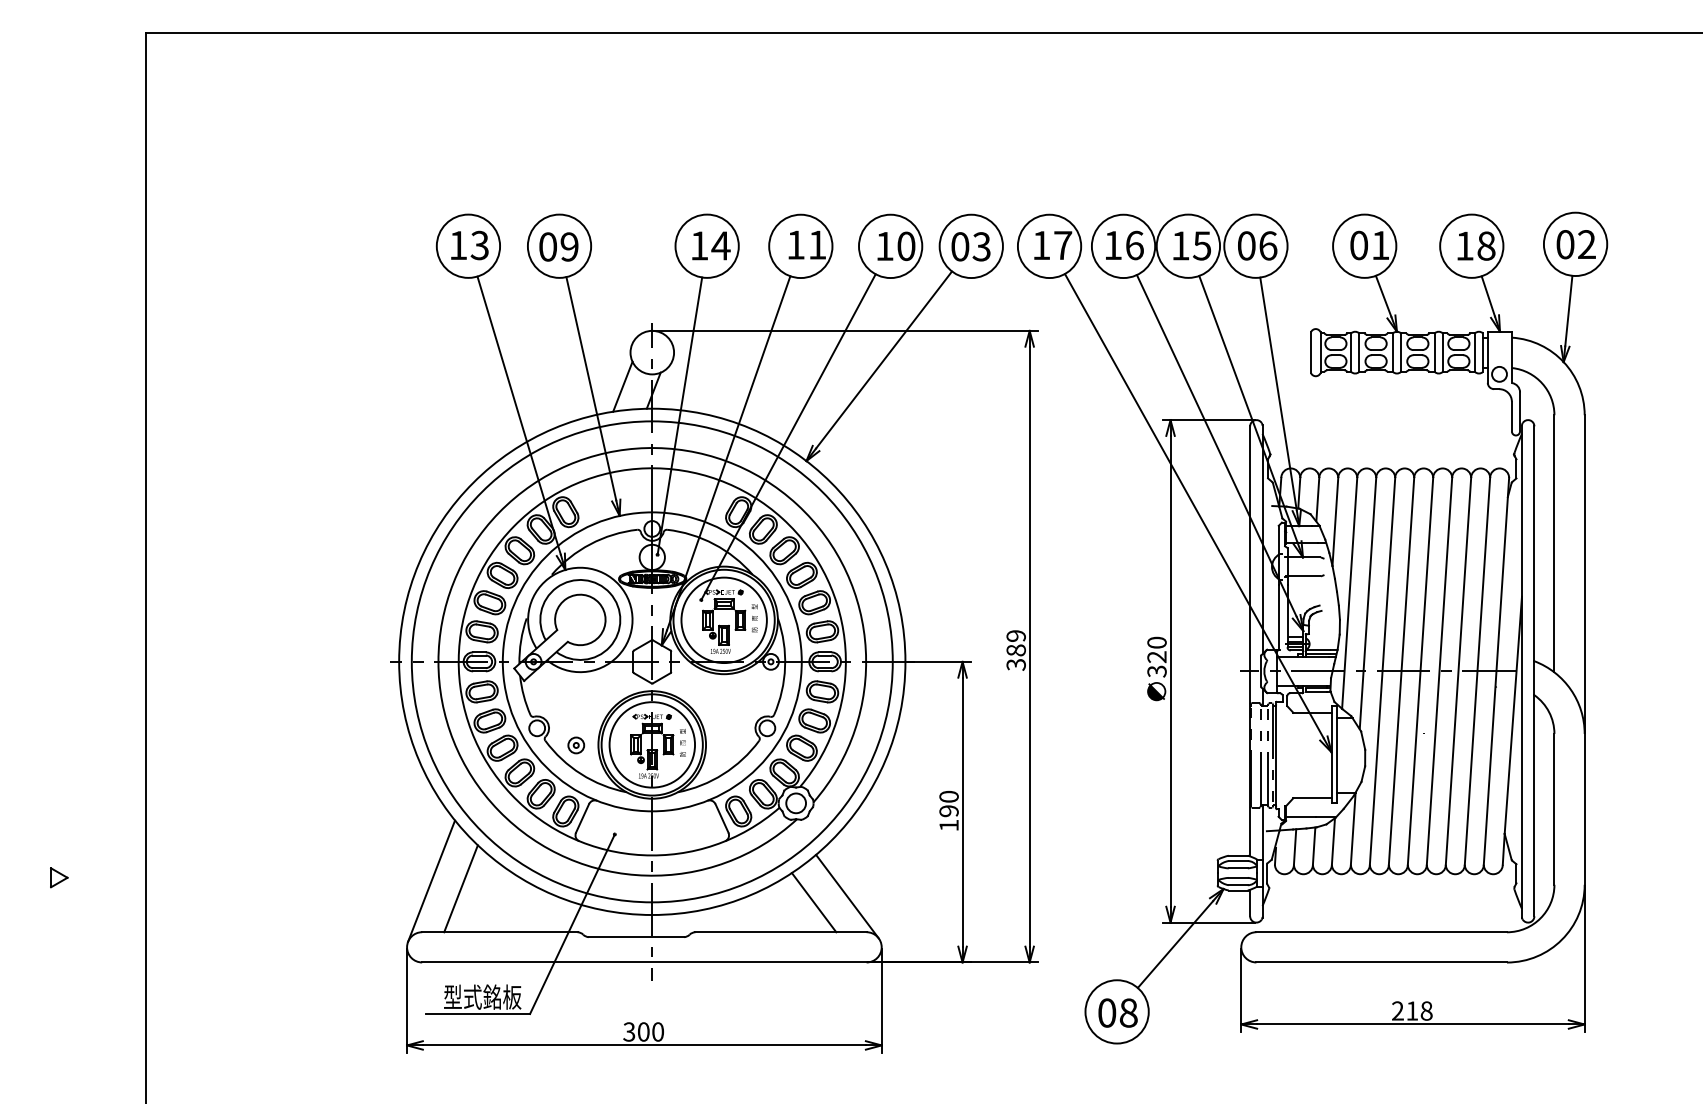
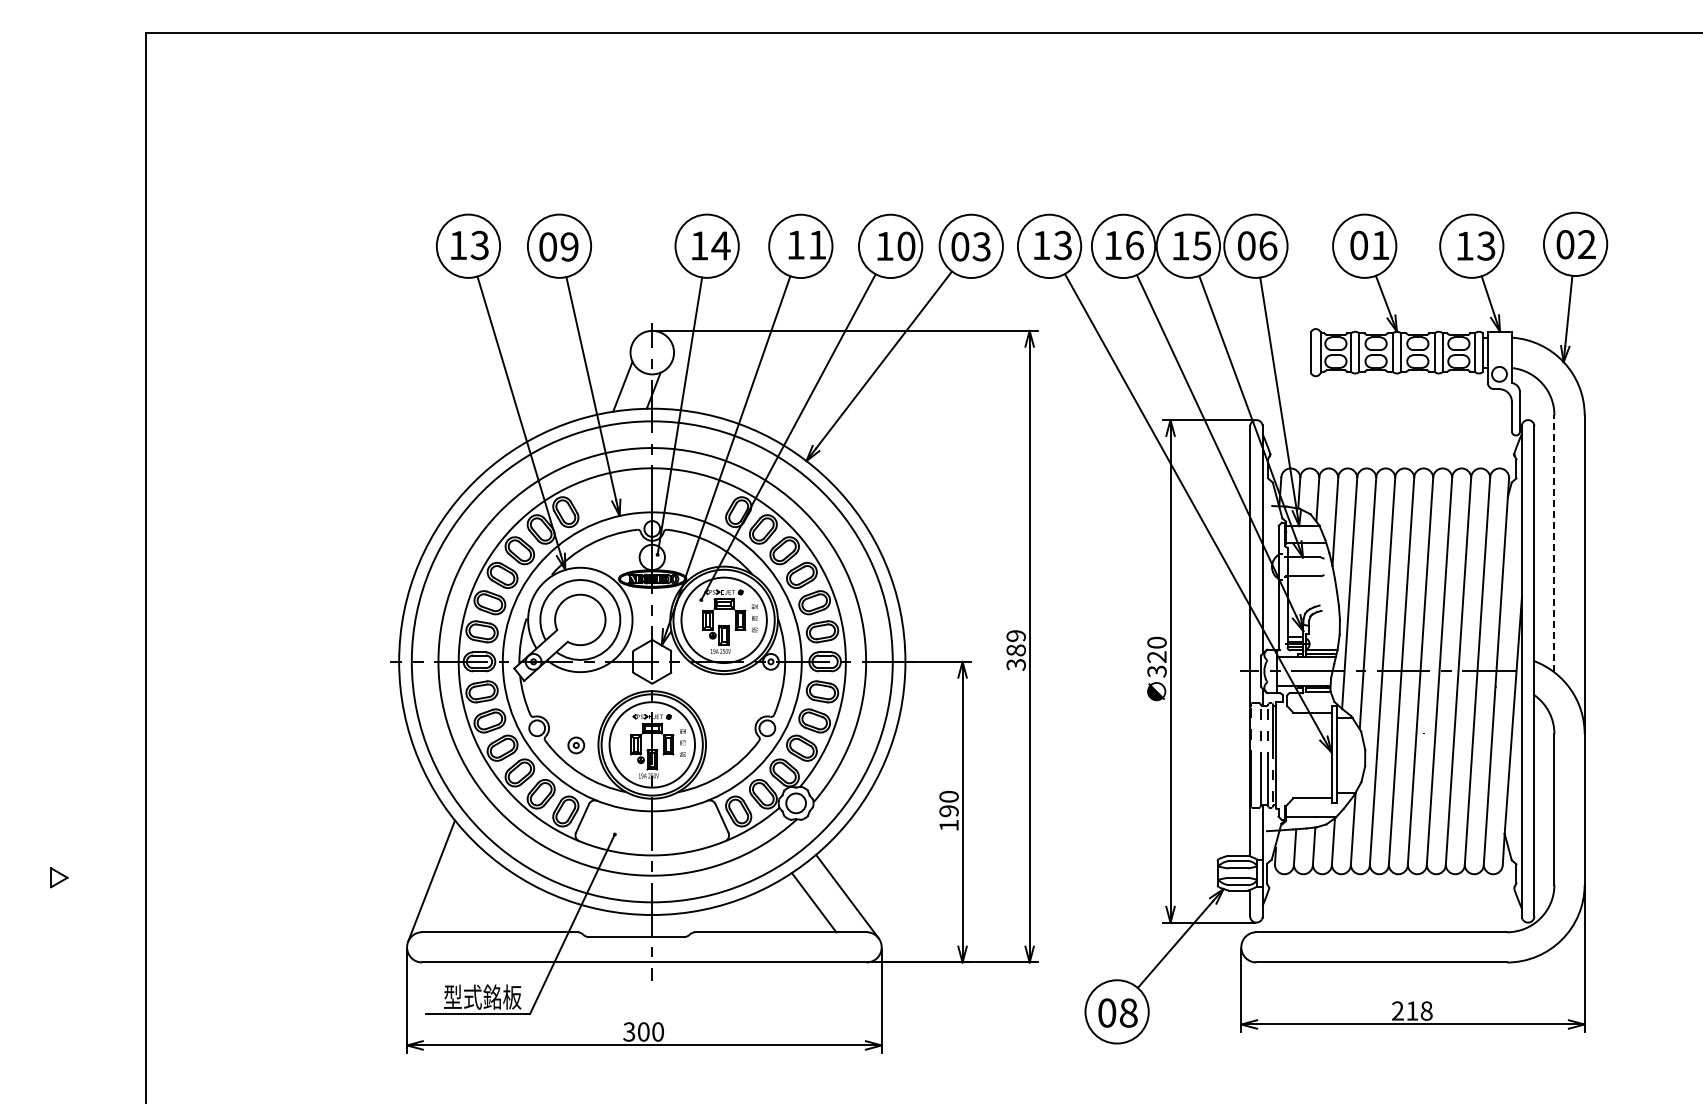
text at (1062, 245): 17 -> 13
text at (1486, 245): 18 -> 13
line at (1554, 543): solid -> dashed
line at (460, 888): present -> none
